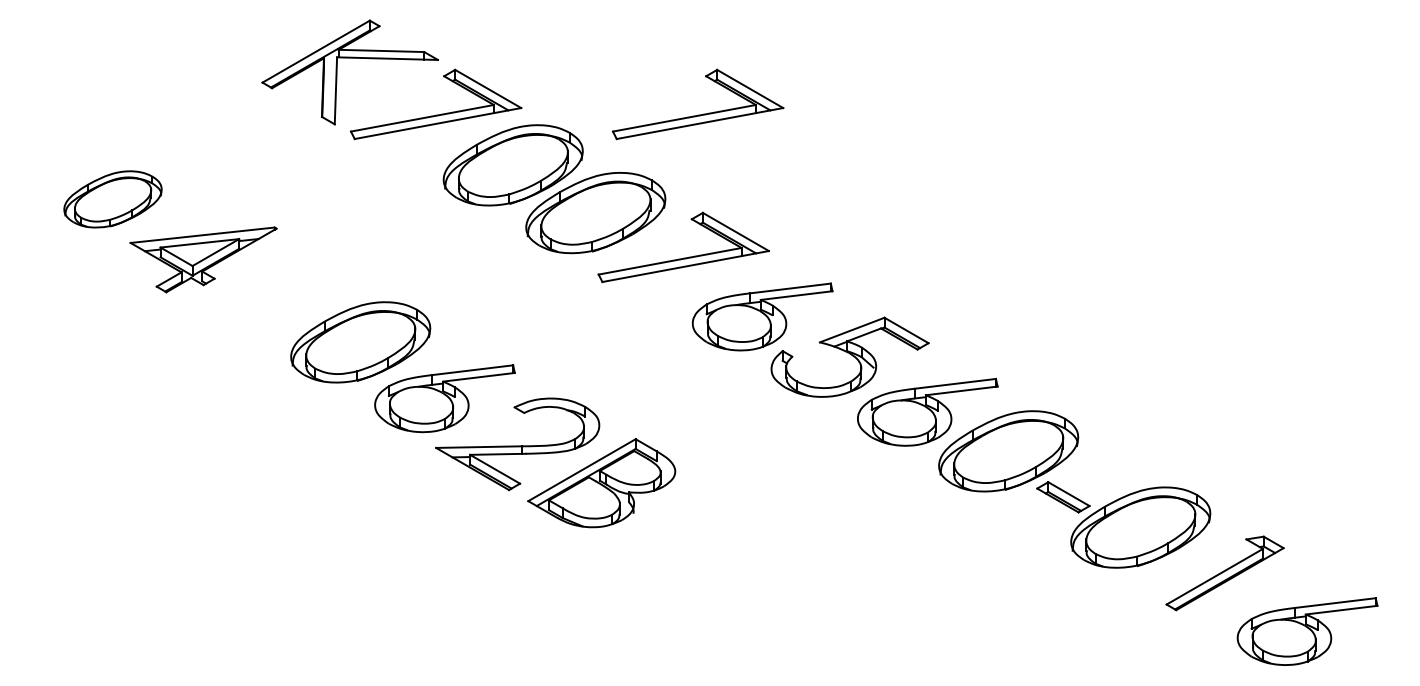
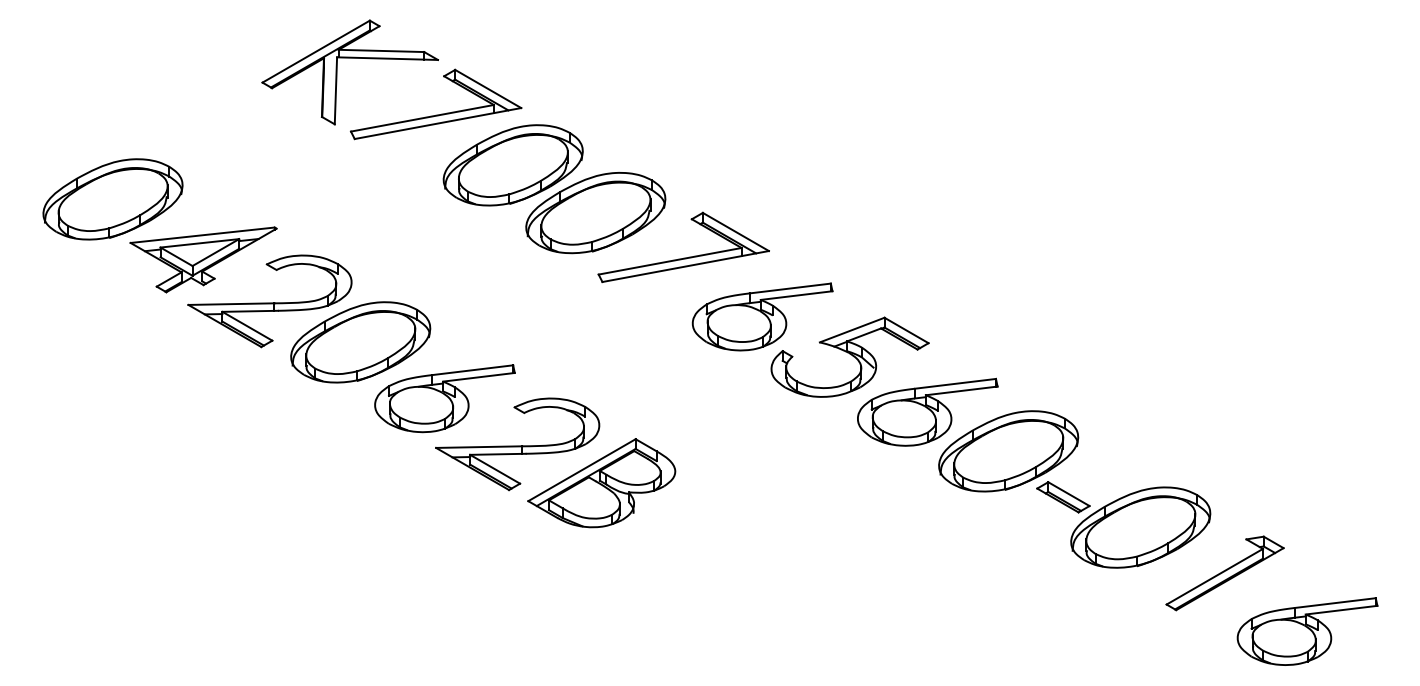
part at (698, 114): present -> none
part at (112, 199) size: 100x59 px -> 142x83 px
part at (269, 301): none -> present
